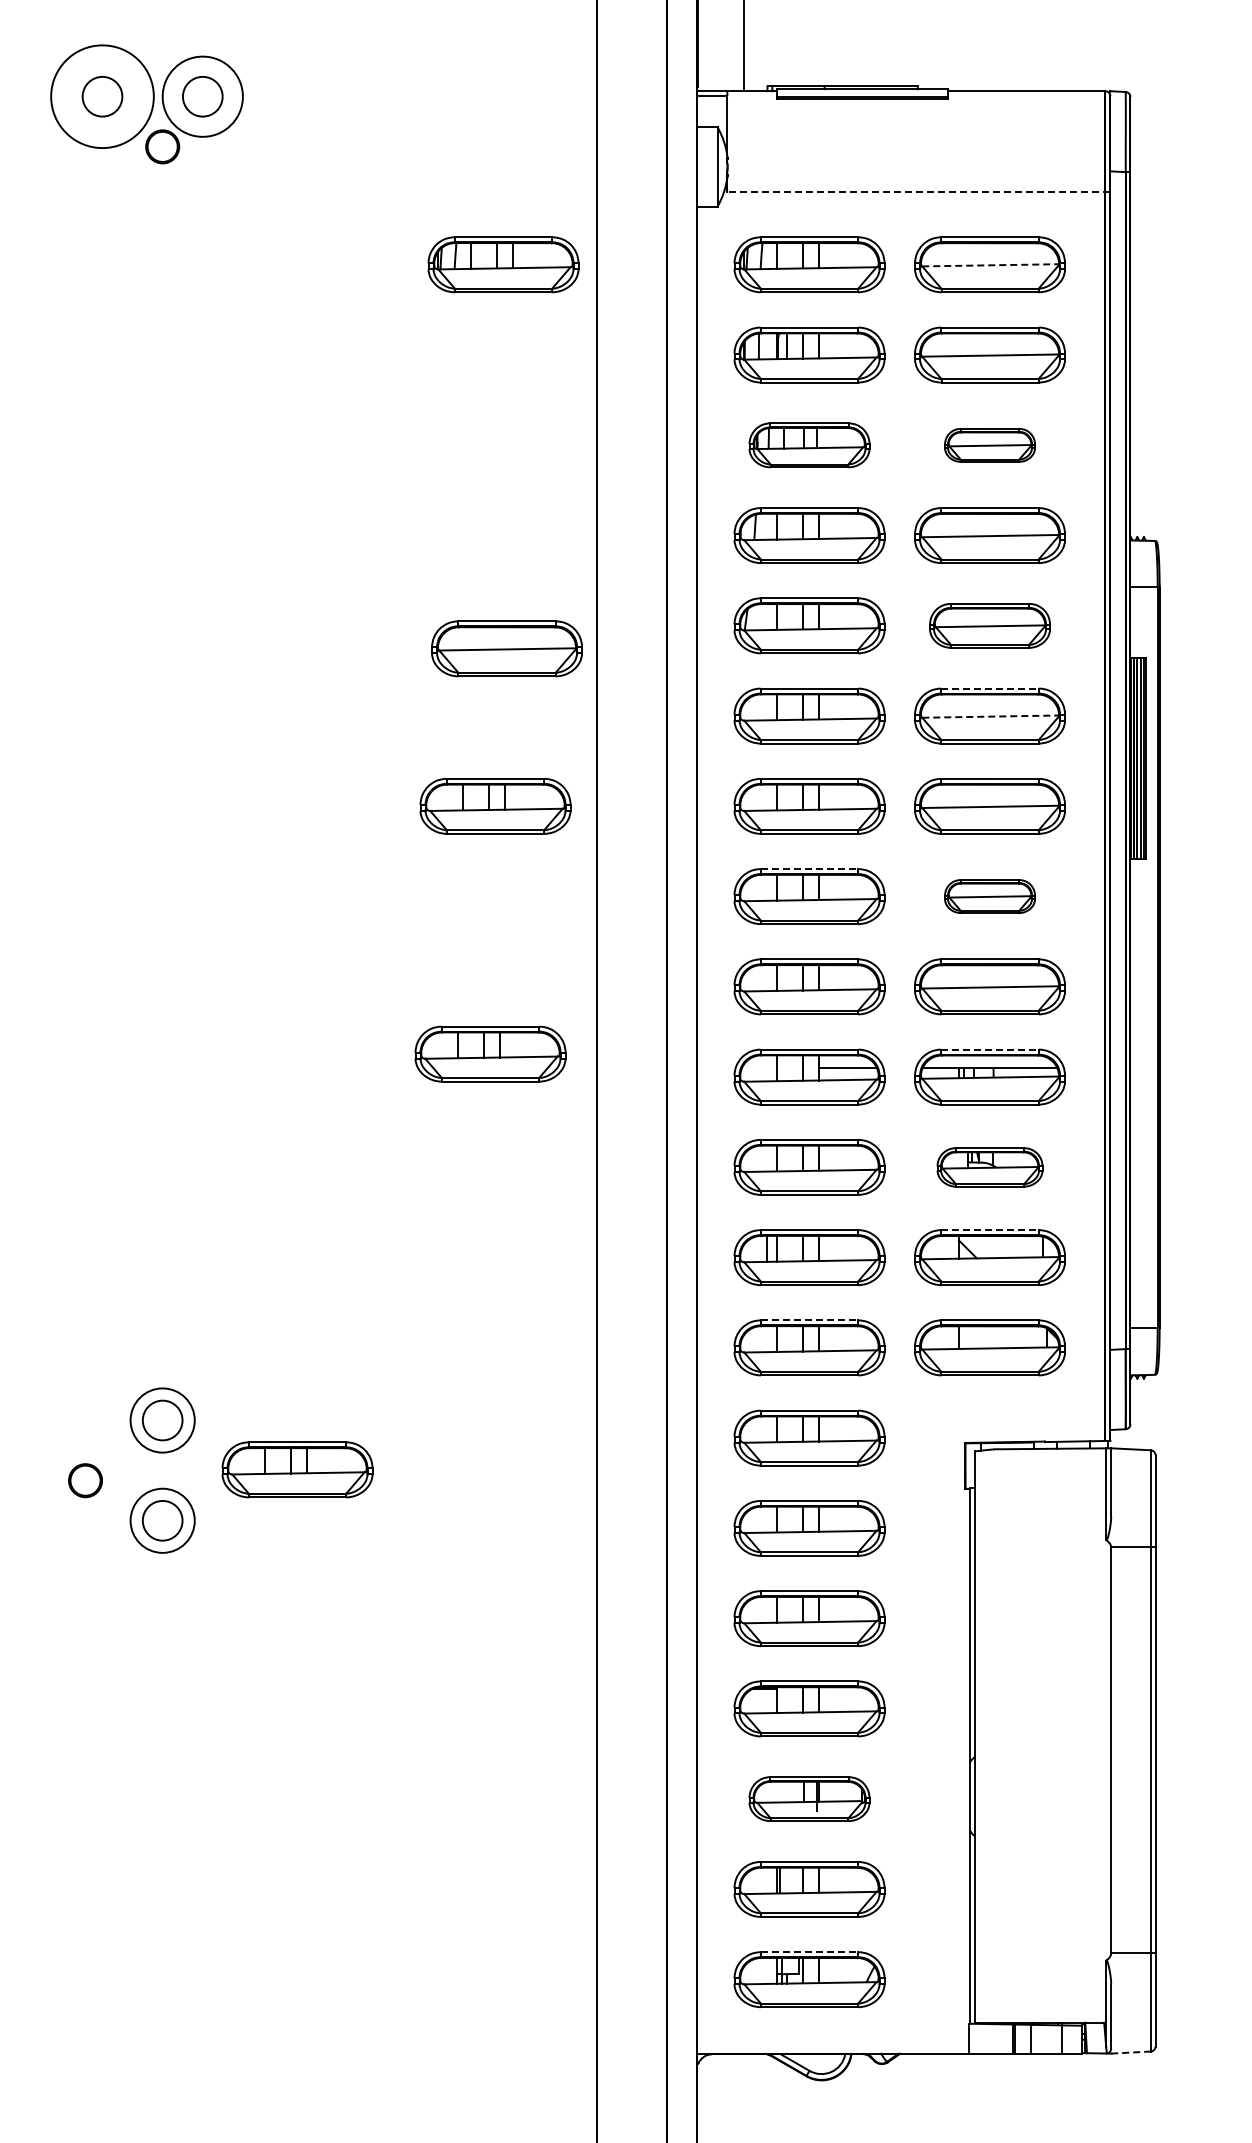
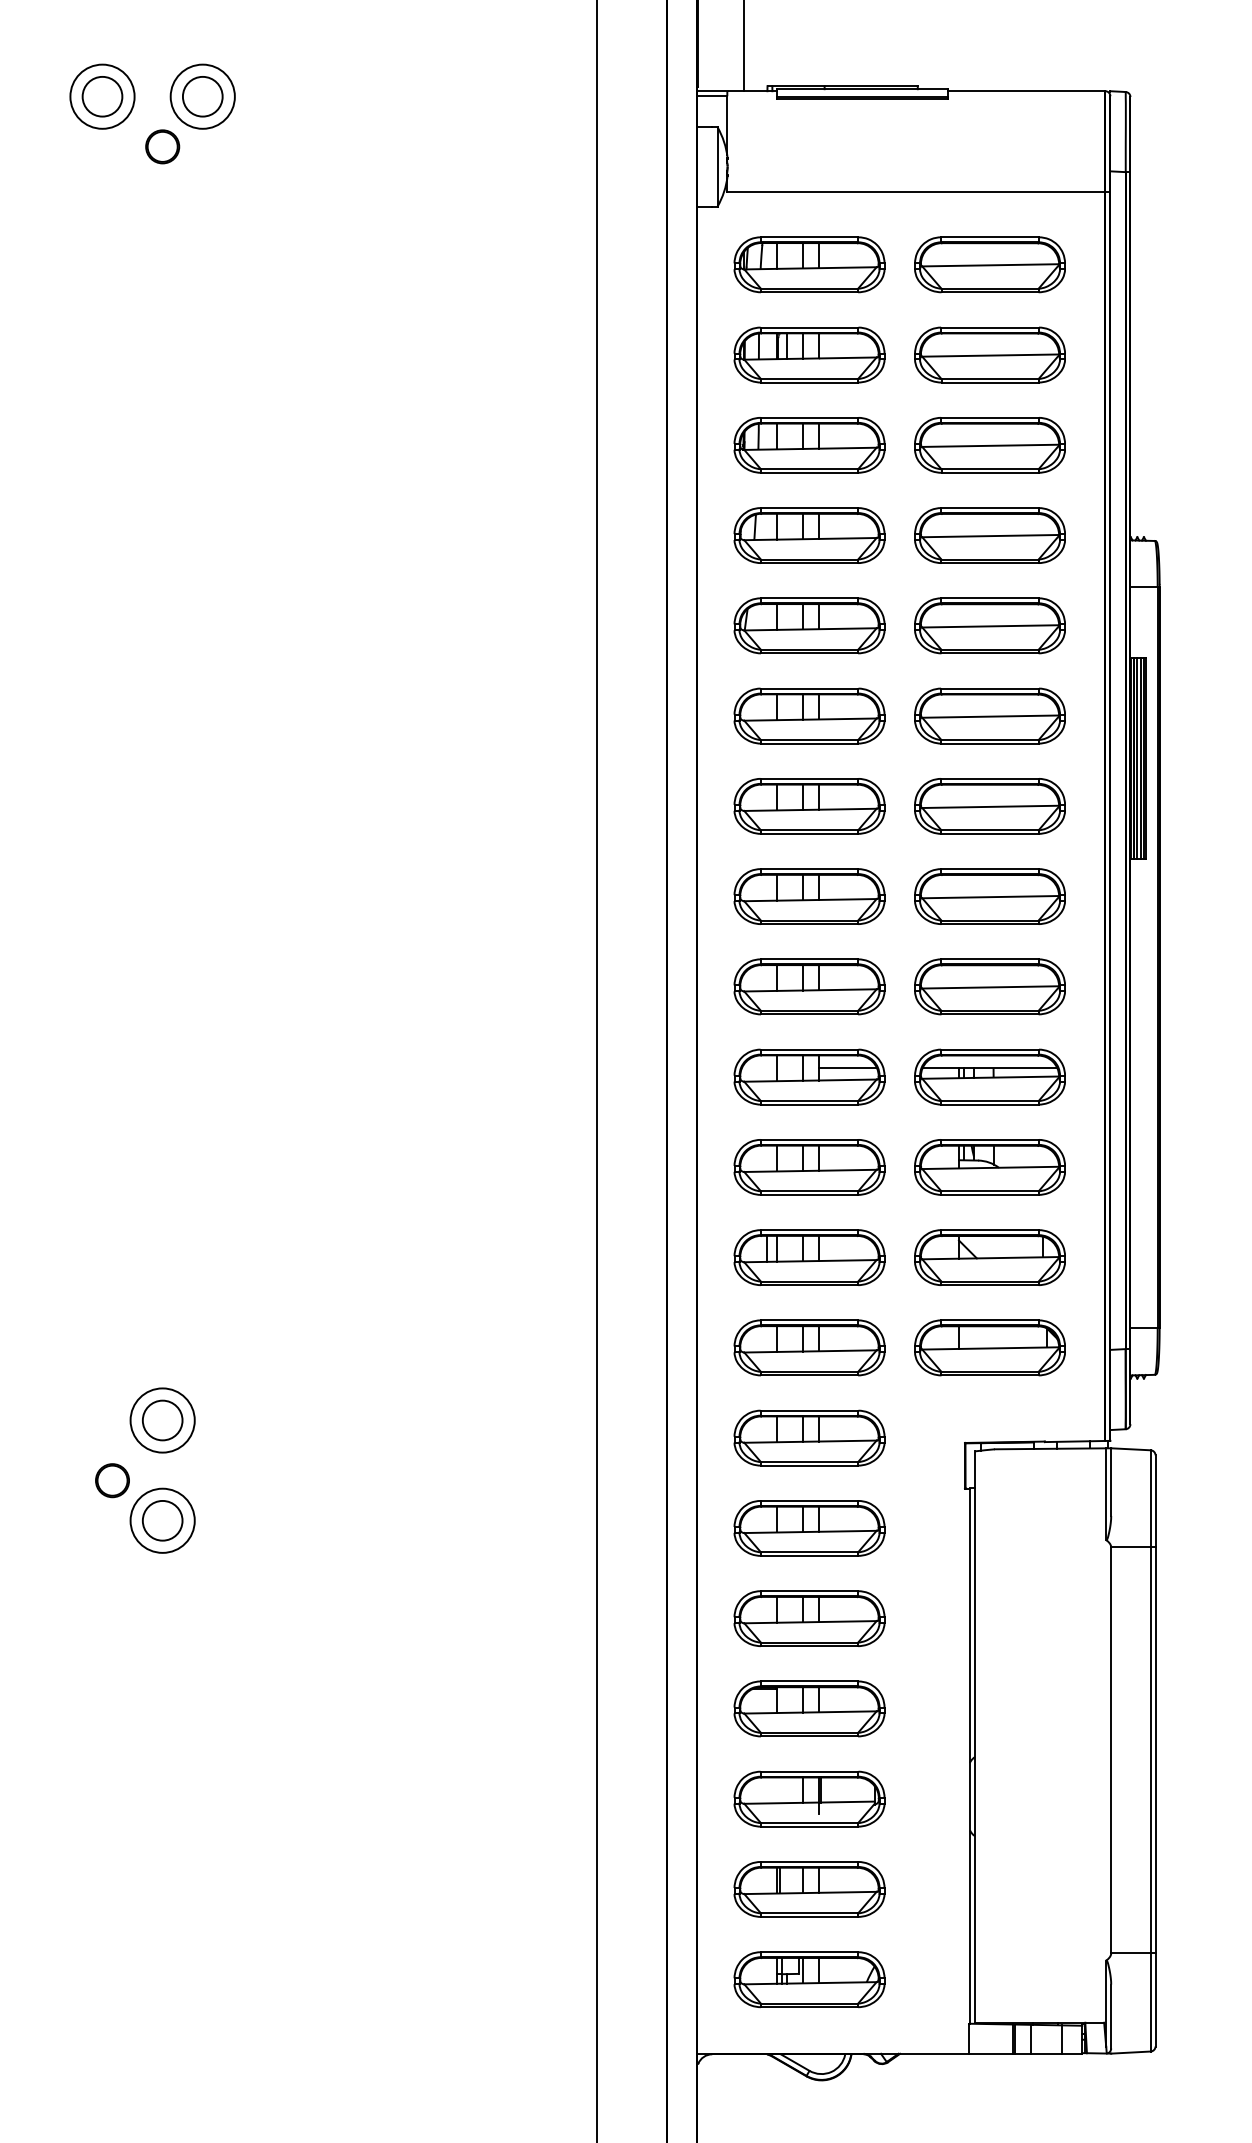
circle at (102, 96) diameter: 103 px -> 64 px
circle at (202, 96) diameter: 80 px -> 64 px
line at (918, 191): dashed -> solid
part at (503, 264): present -> none
line at (991, 265): dashed -> solid
part at (809, 445) size: 123x47 px -> 153x57 px
part at (989, 445) size: 92x35 px -> 152x57 px
part at (989, 625) size: 122x46 px -> 152x58 px
part at (506, 648): present -> none
line at (990, 688): dashed -> solid
line at (991, 716): dashed -> solid
part at (495, 806): present -> none
line at (809, 869): dashed -> solid
part at (989, 896) size: 92x35 px -> 152x57 px
line at (990, 1049): dashed -> solid
part at (490, 1053): present -> none
part at (989, 1167) size: 108x41 px -> 152x57 px
line at (990, 1230): dashed -> solid
line at (809, 1320): dashed -> solid
part at (297, 1469): present -> none
part at (85, 1480) position: (85, 1480) -> (112, 1480)
part at (809, 1798) size: 123x46 px -> 153x58 px
line at (809, 1952): dashed -> solid
line at (1131, 2052): dashed -> solid
